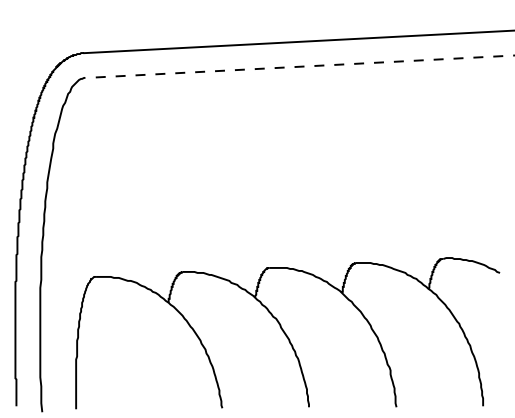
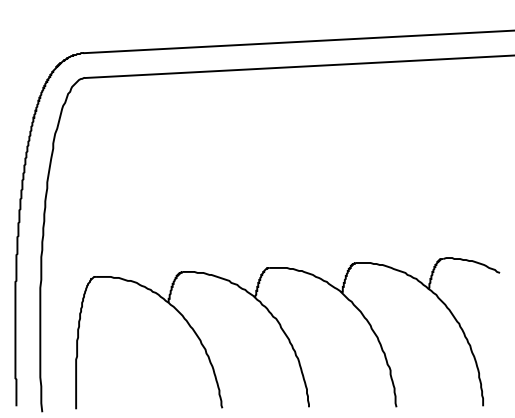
line at (300, 66): dashed -> solid
